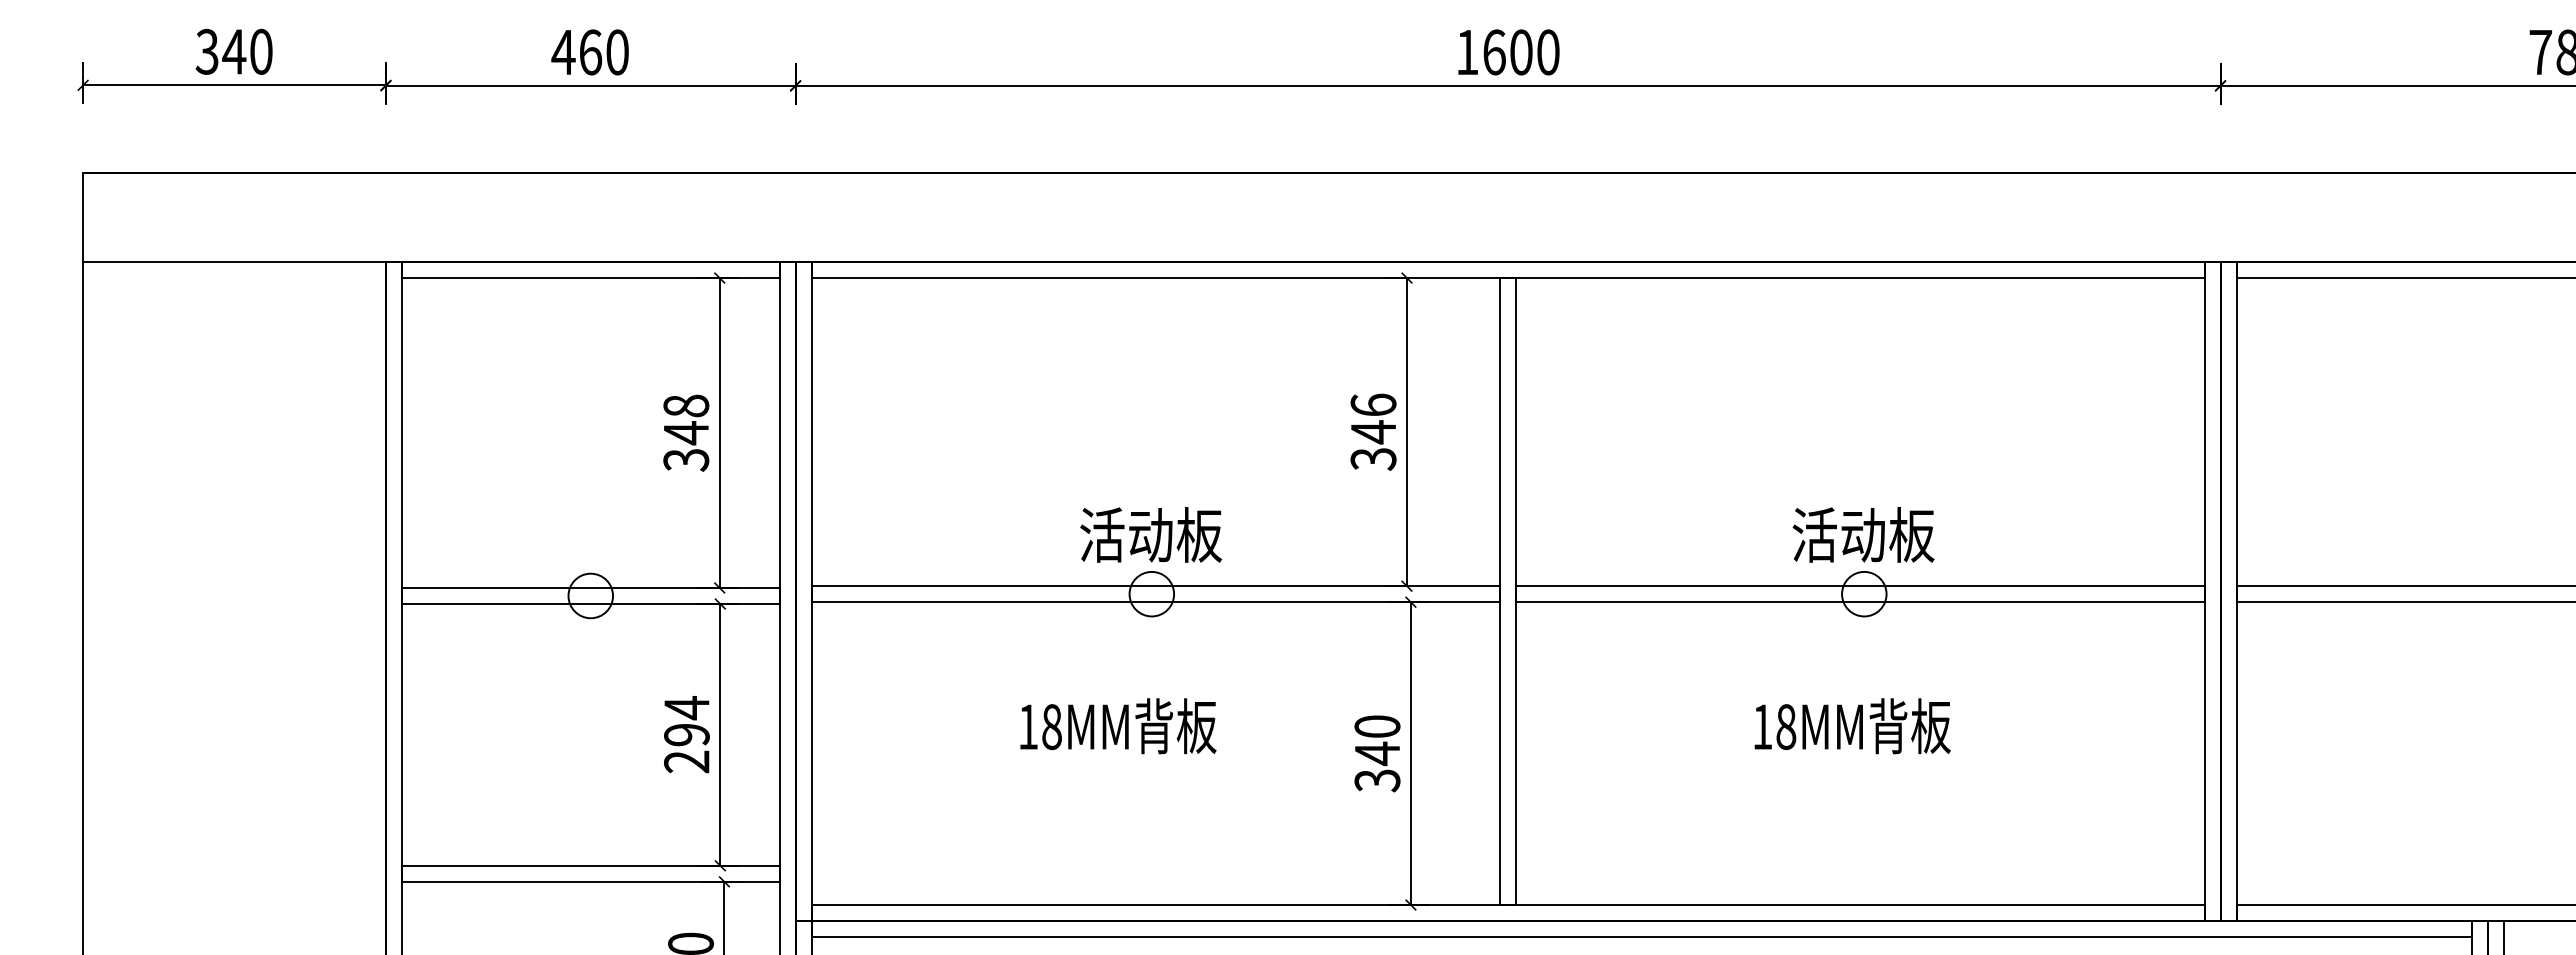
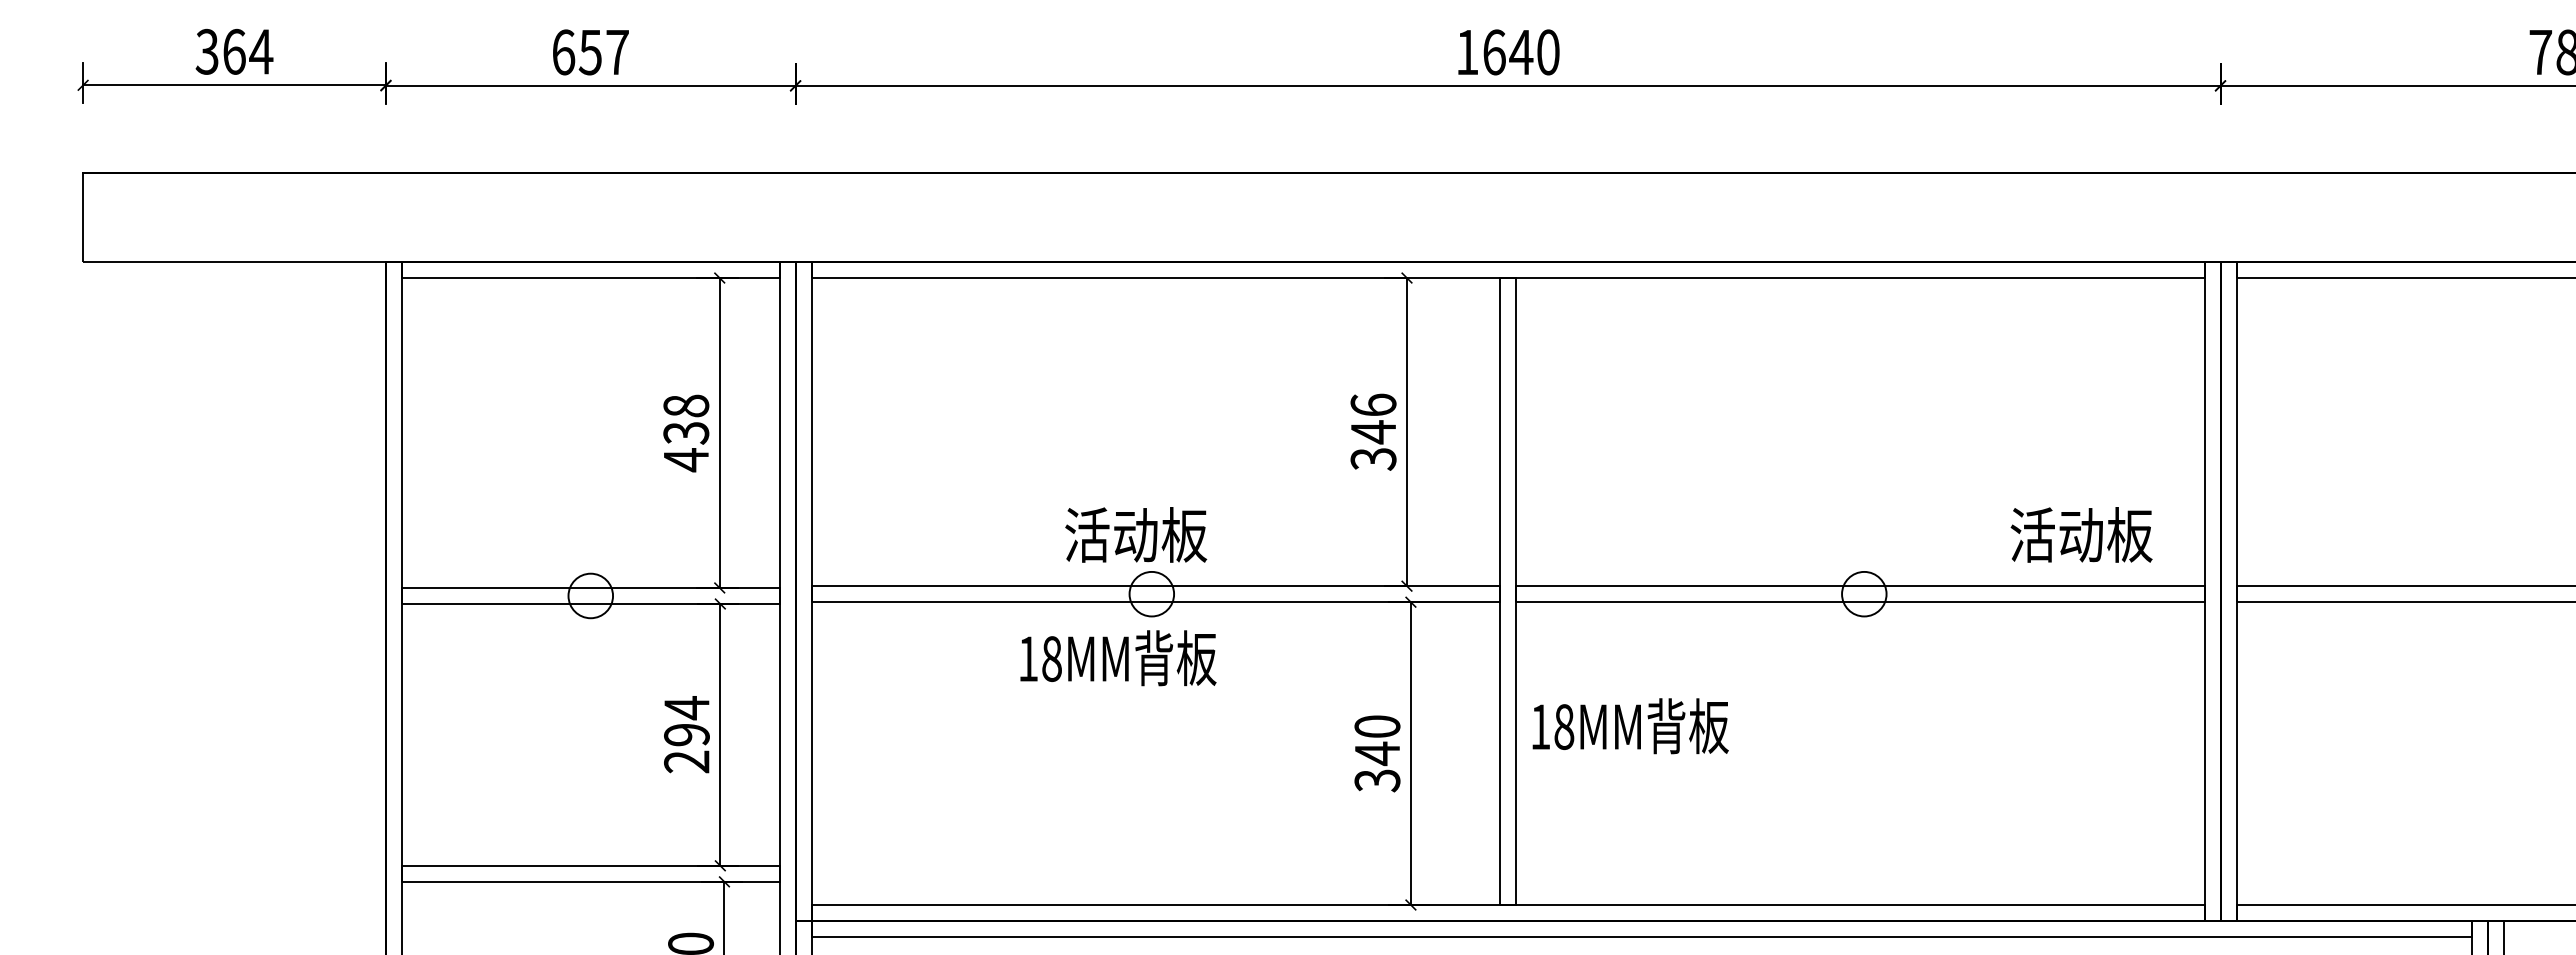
text at (247, 51): 340 -> 364
text at (589, 52): 460 -> 657
text at (1521, 52): 1600 -> 1640
text at (686, 446): 348 -> 438
text at (1151, 534) position: (1151, 534) -> (1136, 534)
text at (1863, 534) position: (1863, 534) -> (2081, 534)
line at (83, 606): present -> none
text at (1118, 726) position: (1118, 726) -> (1118, 658)
text at (1852, 726) position: (1852, 726) -> (1630, 726)
